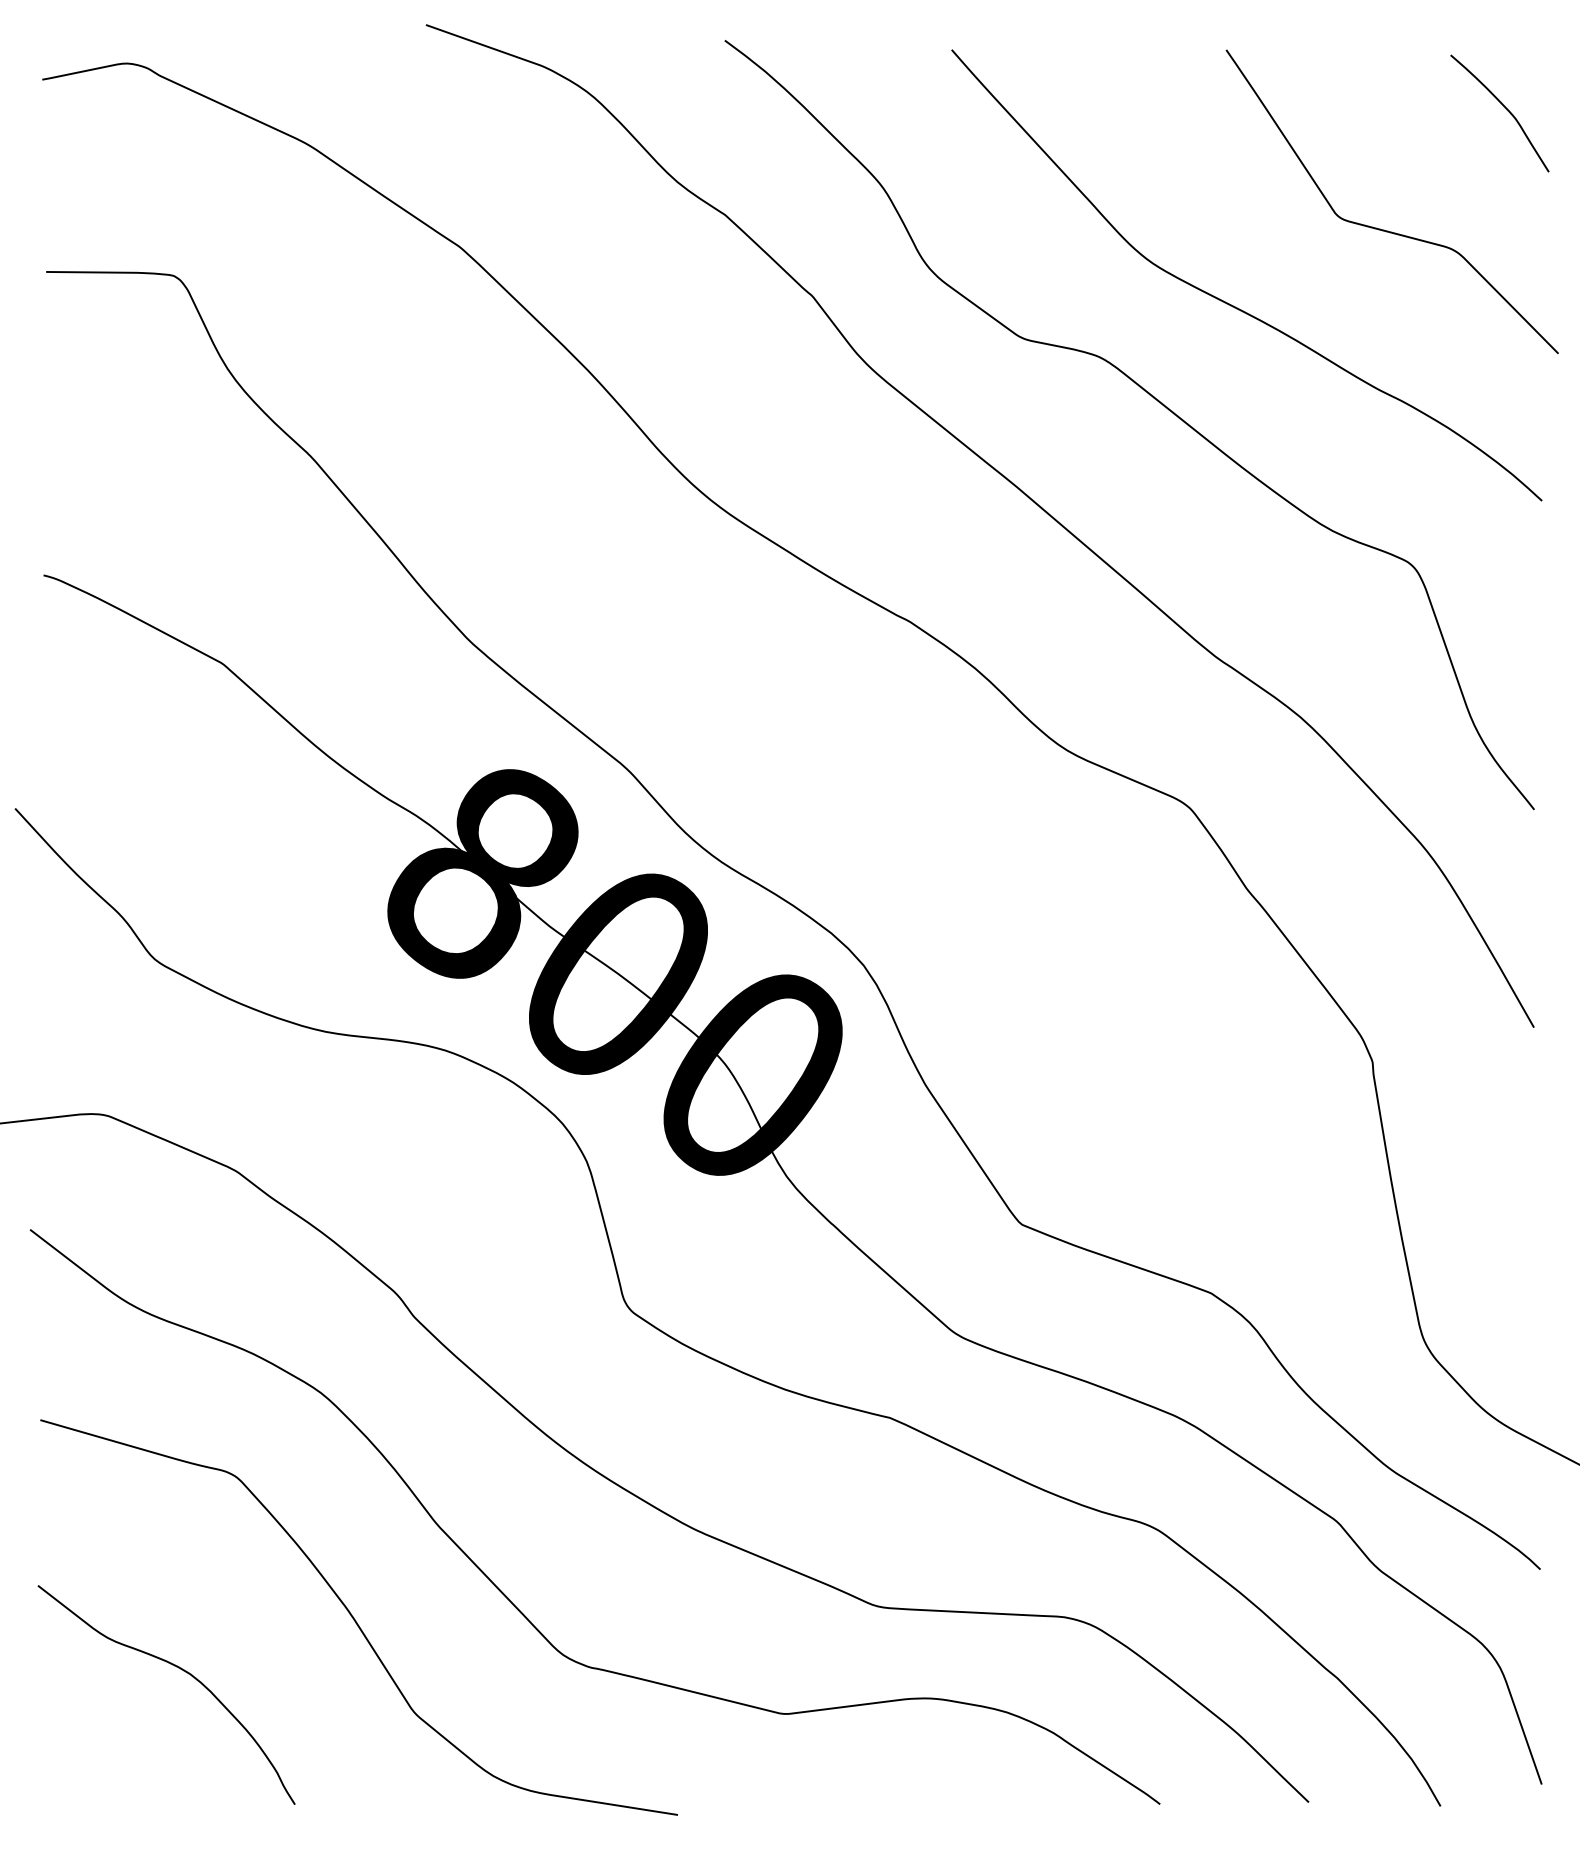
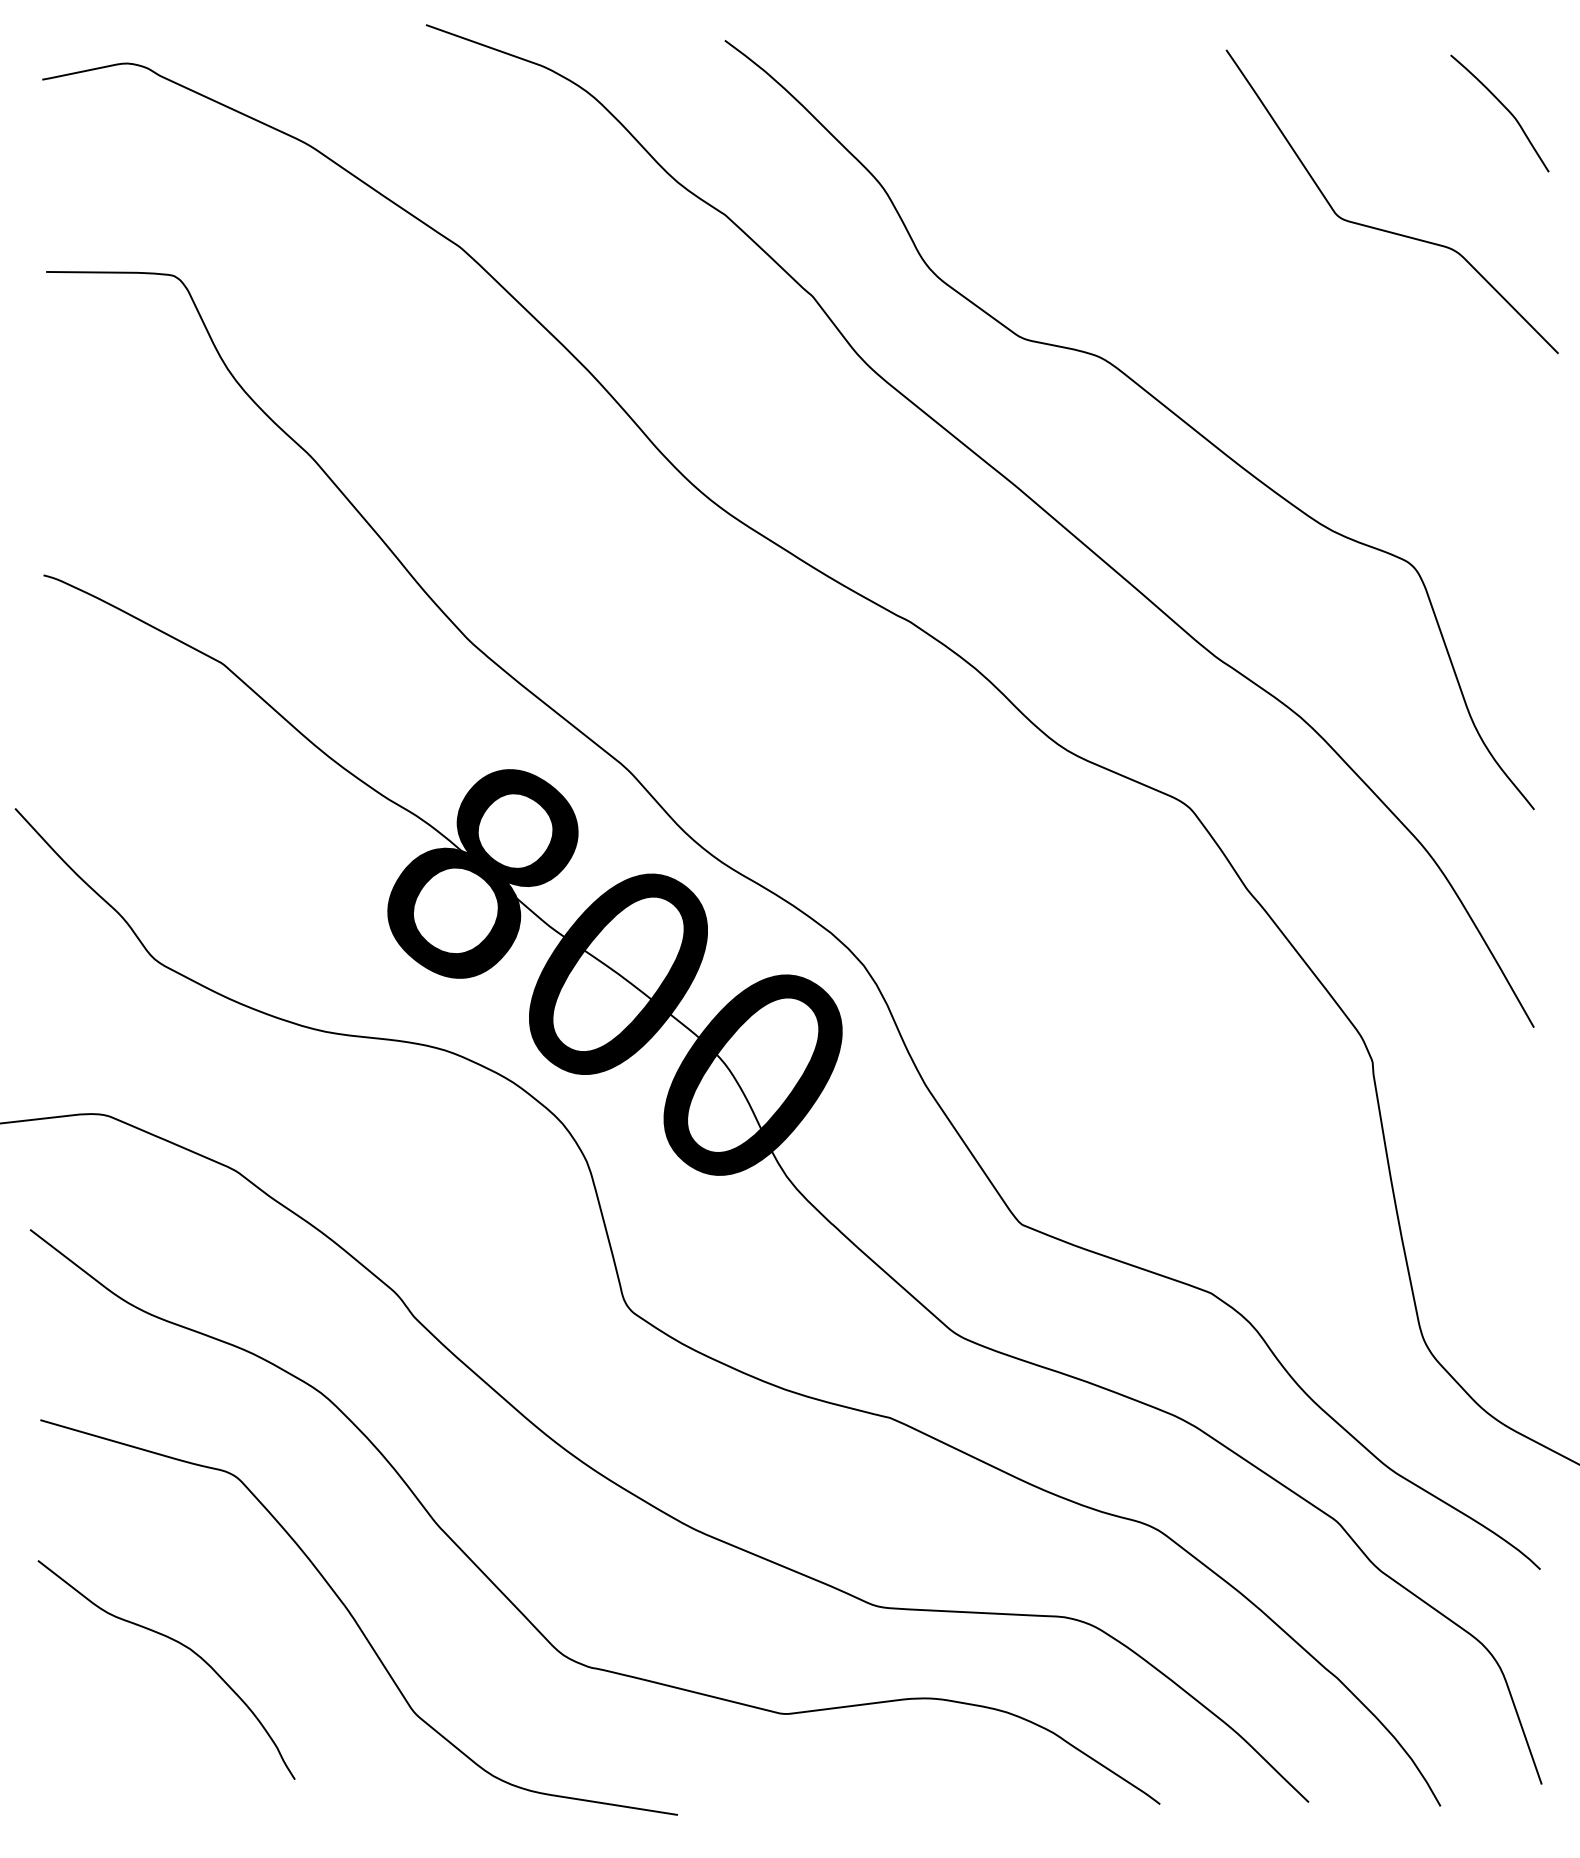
curve at (1231, 304): present -> none
curve at (183, 1671) position: (183, 1671) -> (183, 1646)
